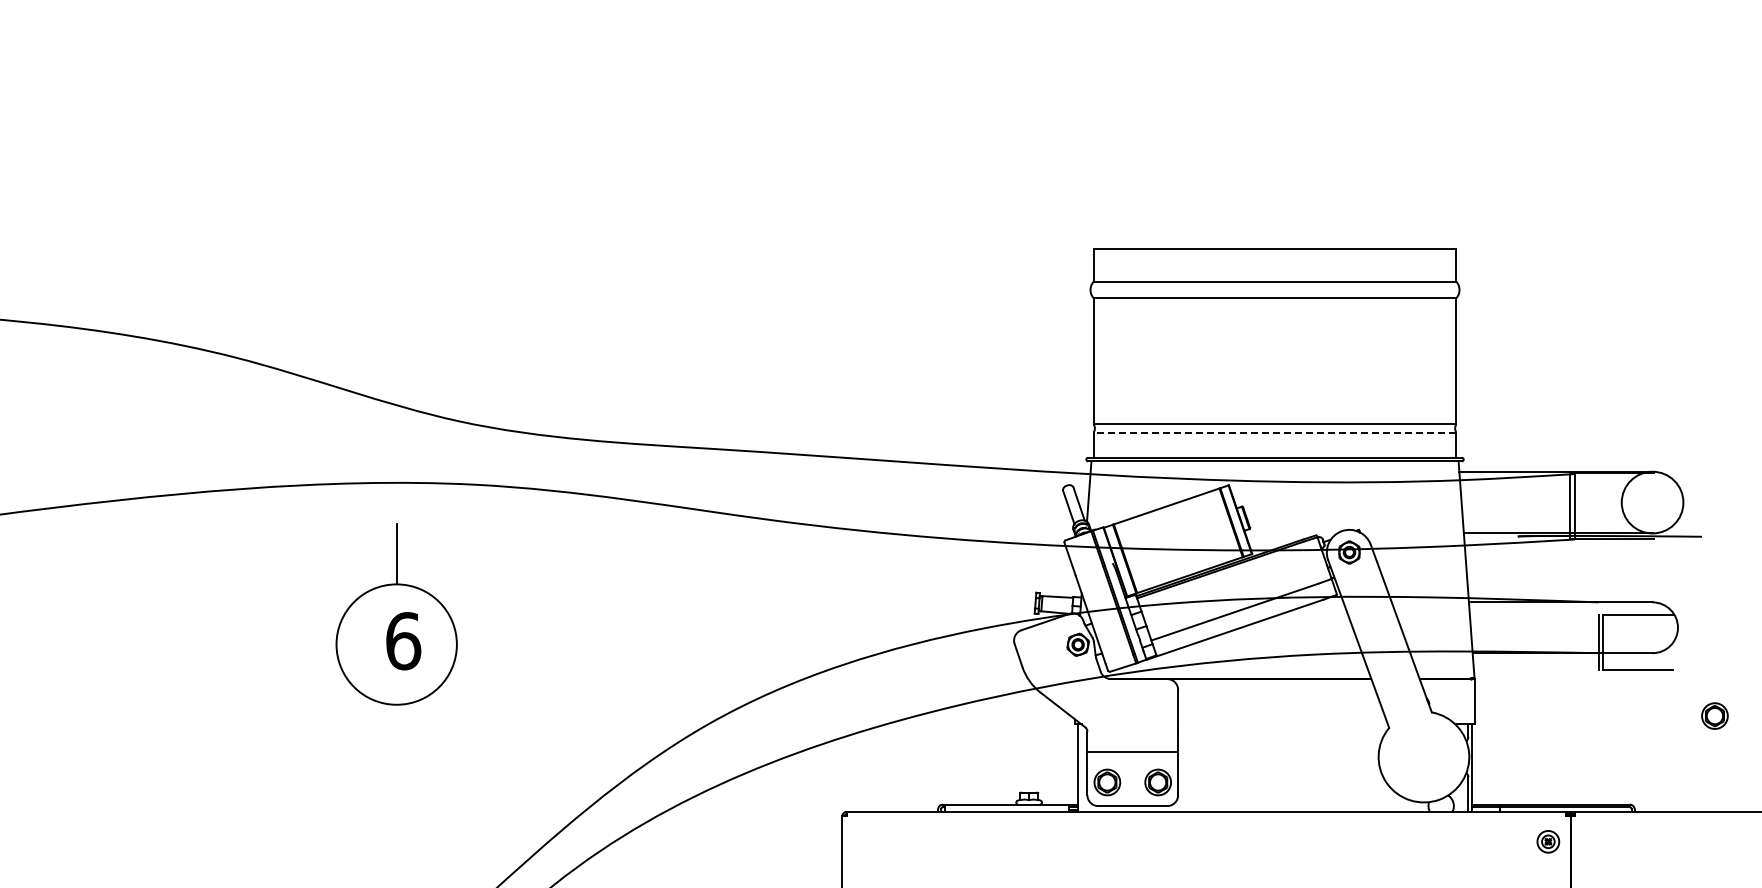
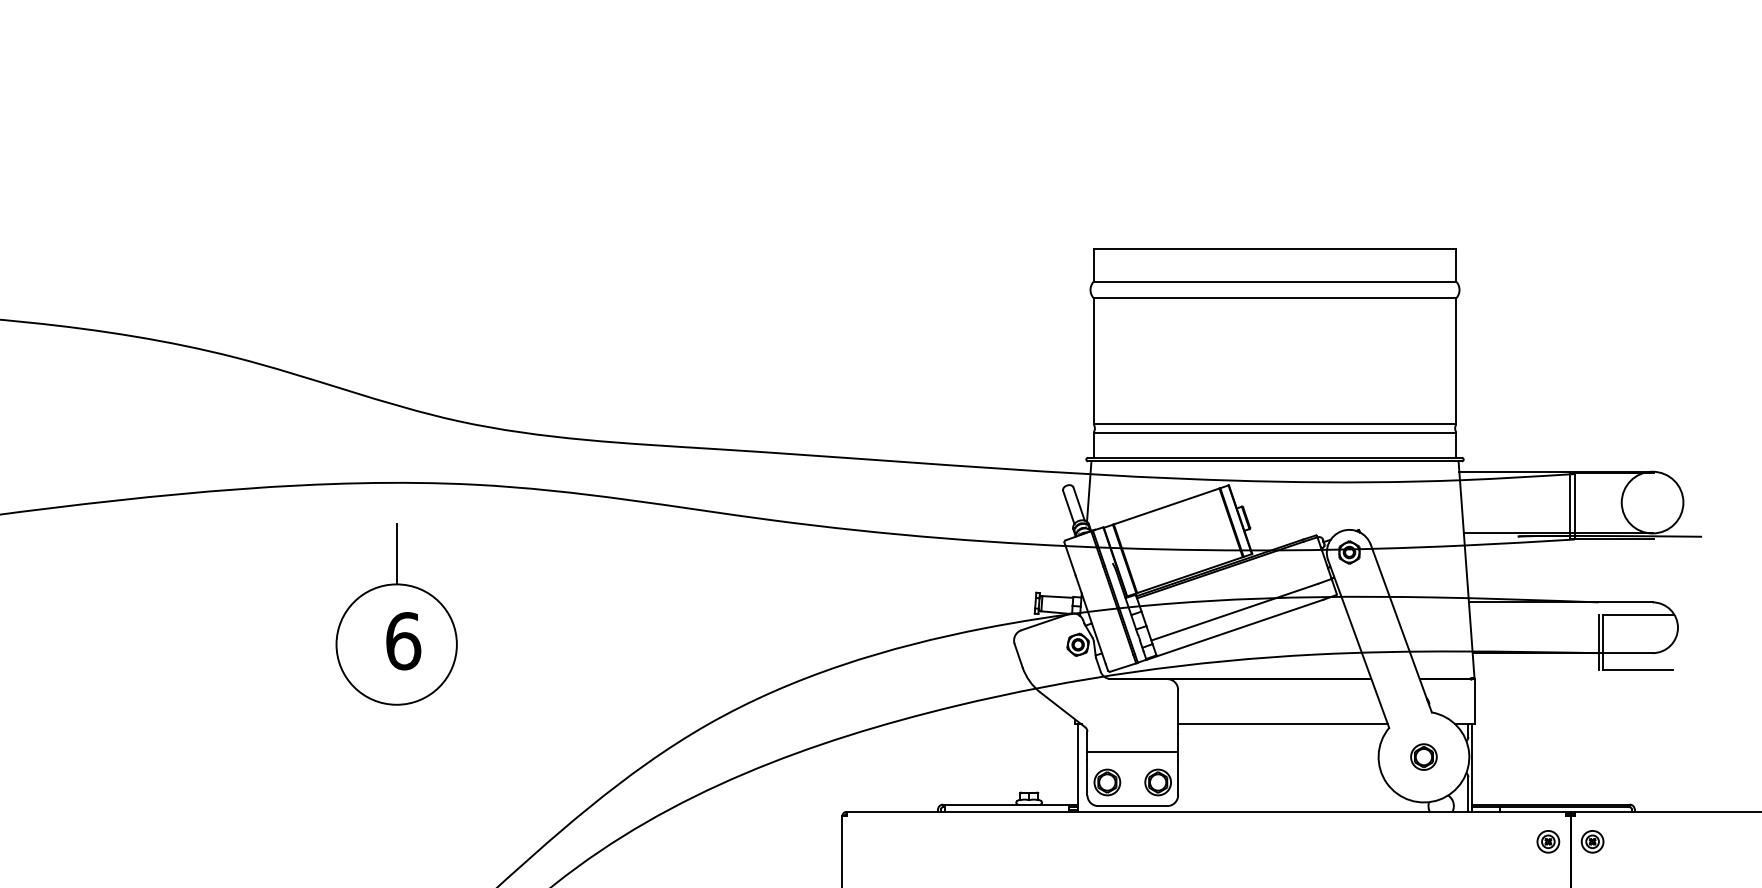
line at (1274, 432): dashed -> solid
part at (1714, 715) position: (1714, 715) -> (1423, 756)
line at (1282, 724): none -> present
part at (1592, 841): none -> present
